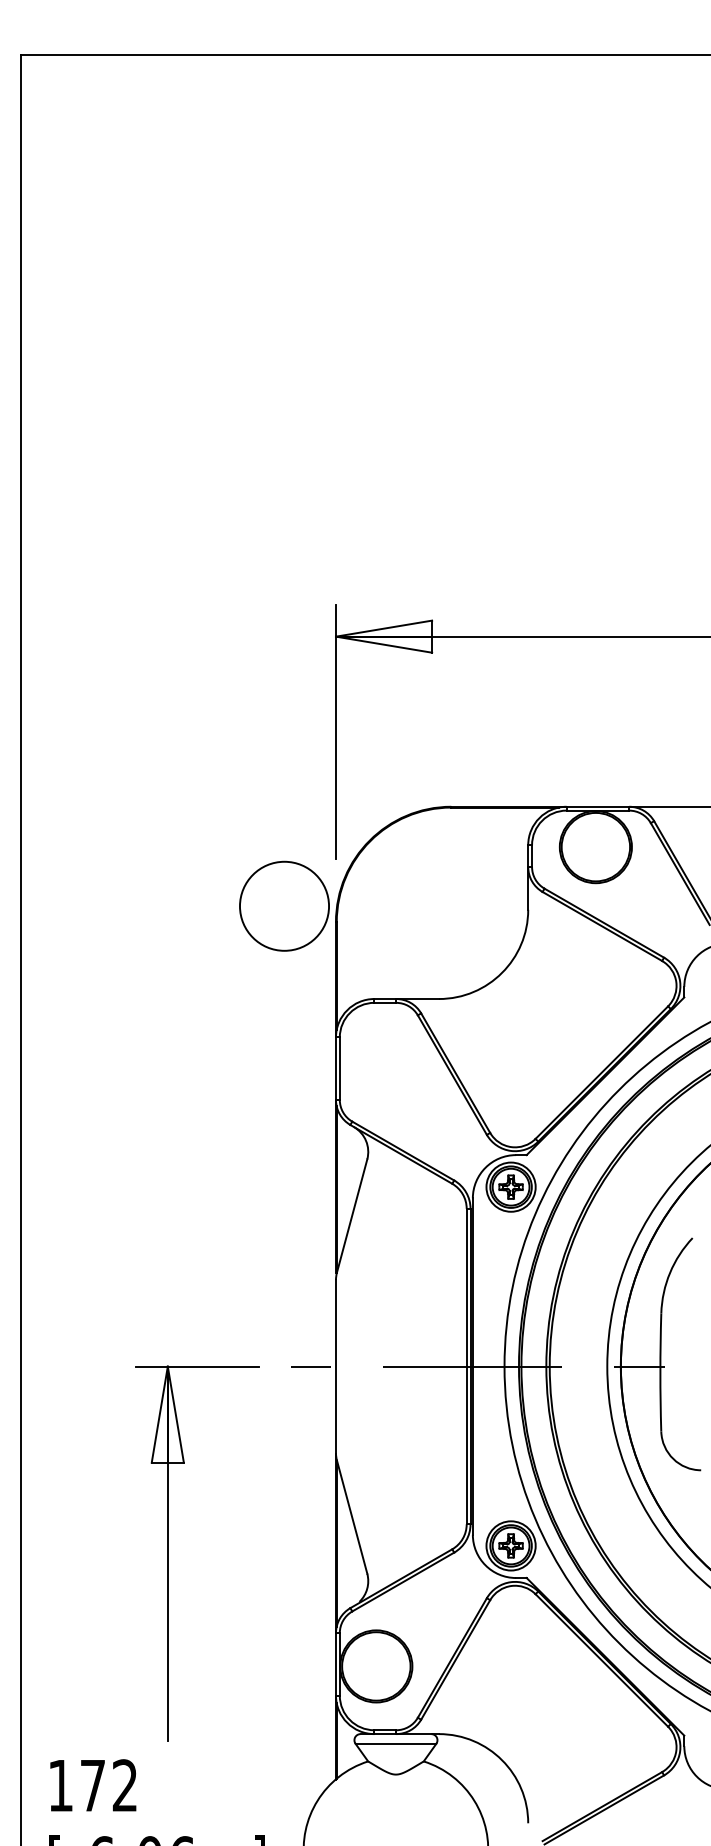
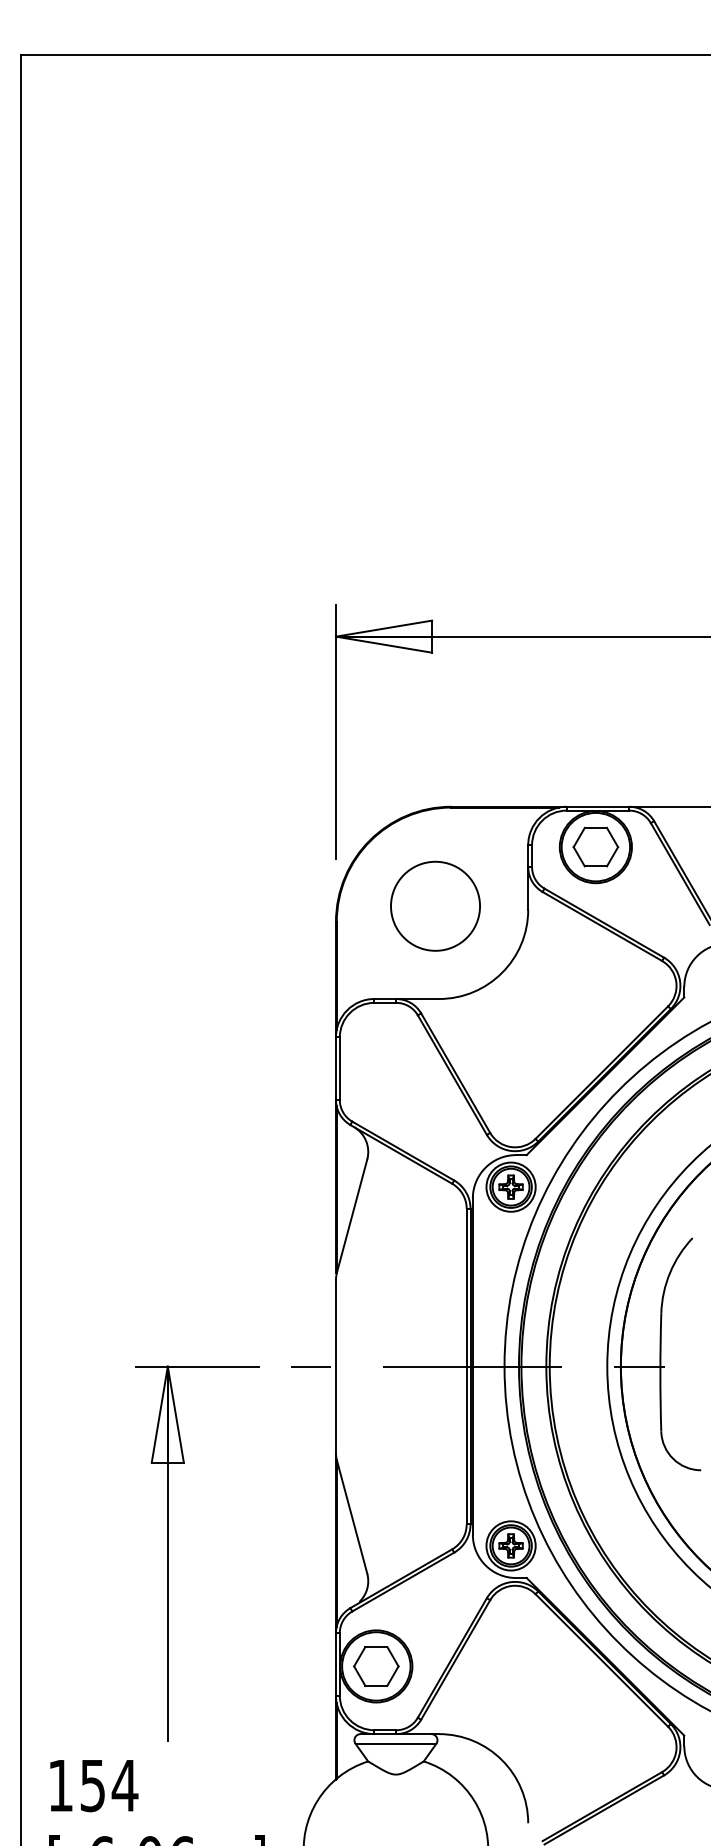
part at (595, 846): none -> present
circle at (284, 905) position: (284, 905) -> (435, 905)
part at (376, 1666): none -> present
text at (109, 1785): 172 -> 154
